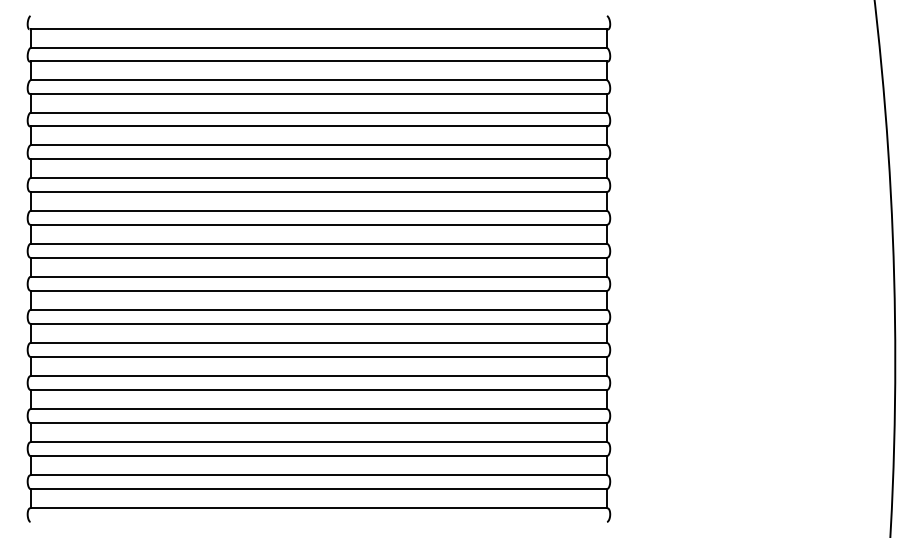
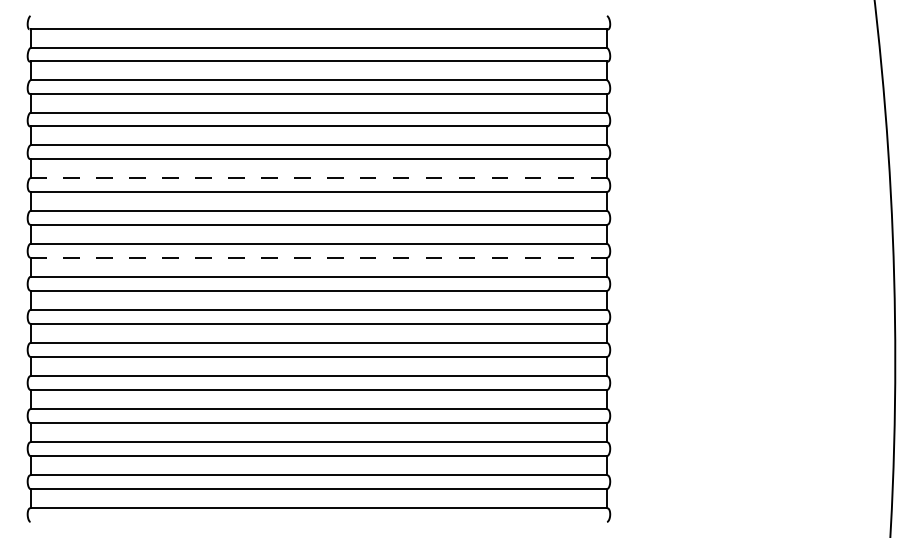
line at (318, 178): solid -> dashed
line at (319, 257): solid -> dashed
